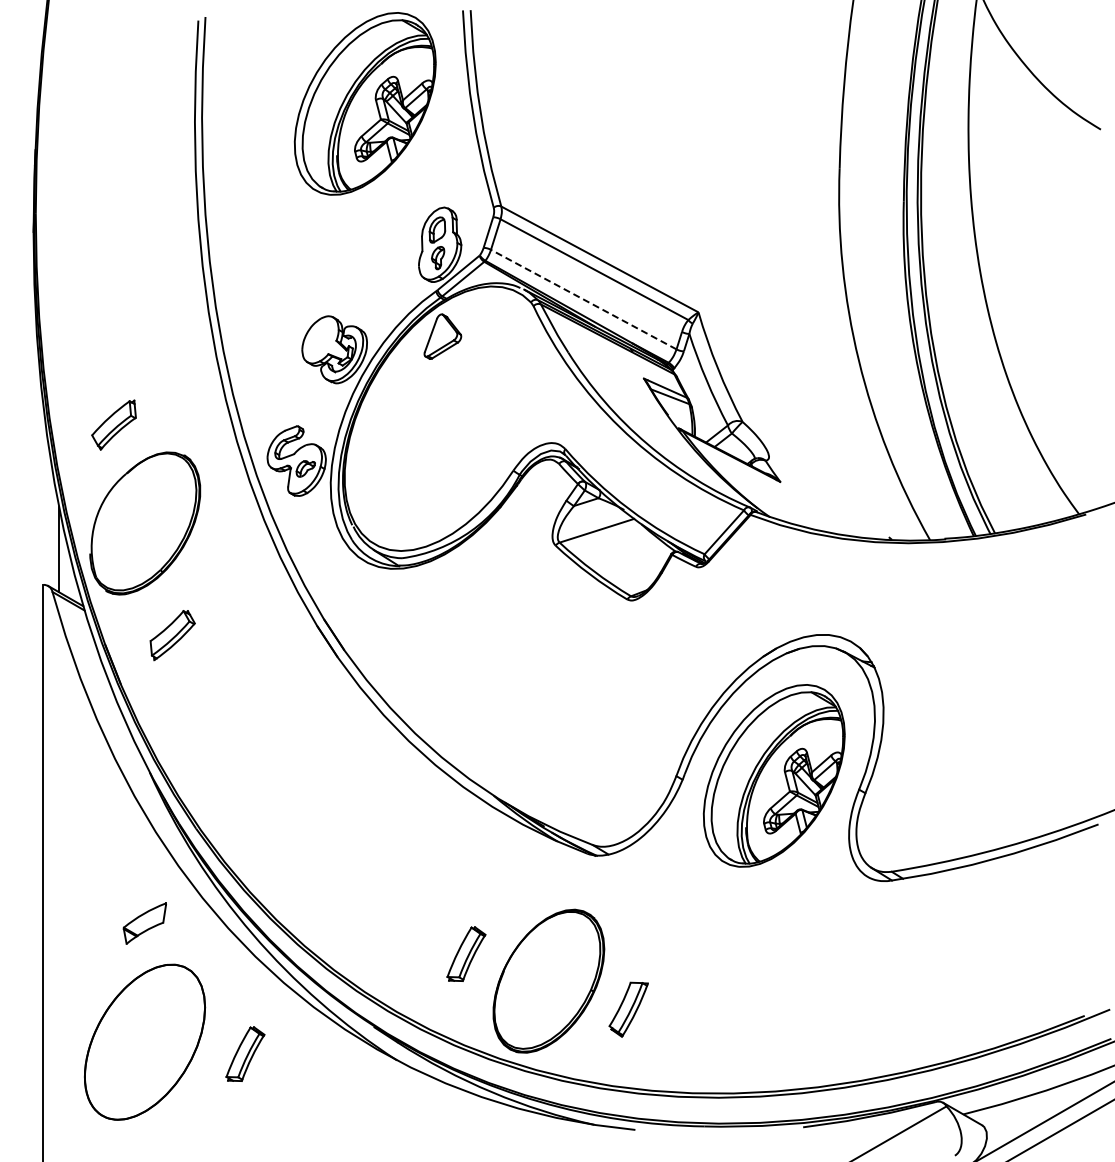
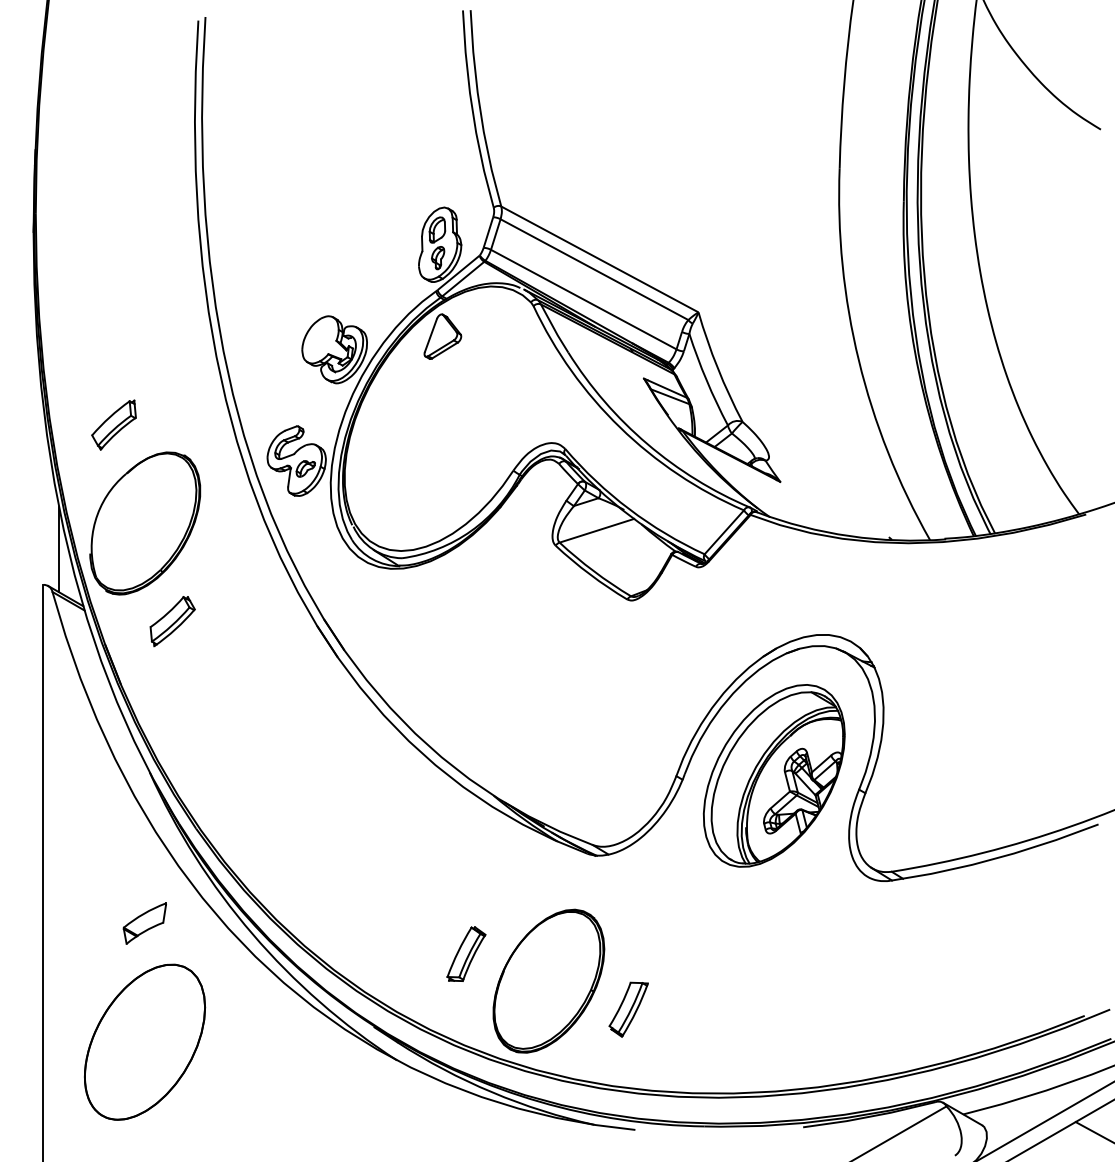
part at (364, 103): present -> none
line at (583, 299): dashed -> solid
part at (172, 635) position: (172, 635) -> (172, 621)
part at (245, 1053): present -> none
line at (1093, 1131): none -> present
